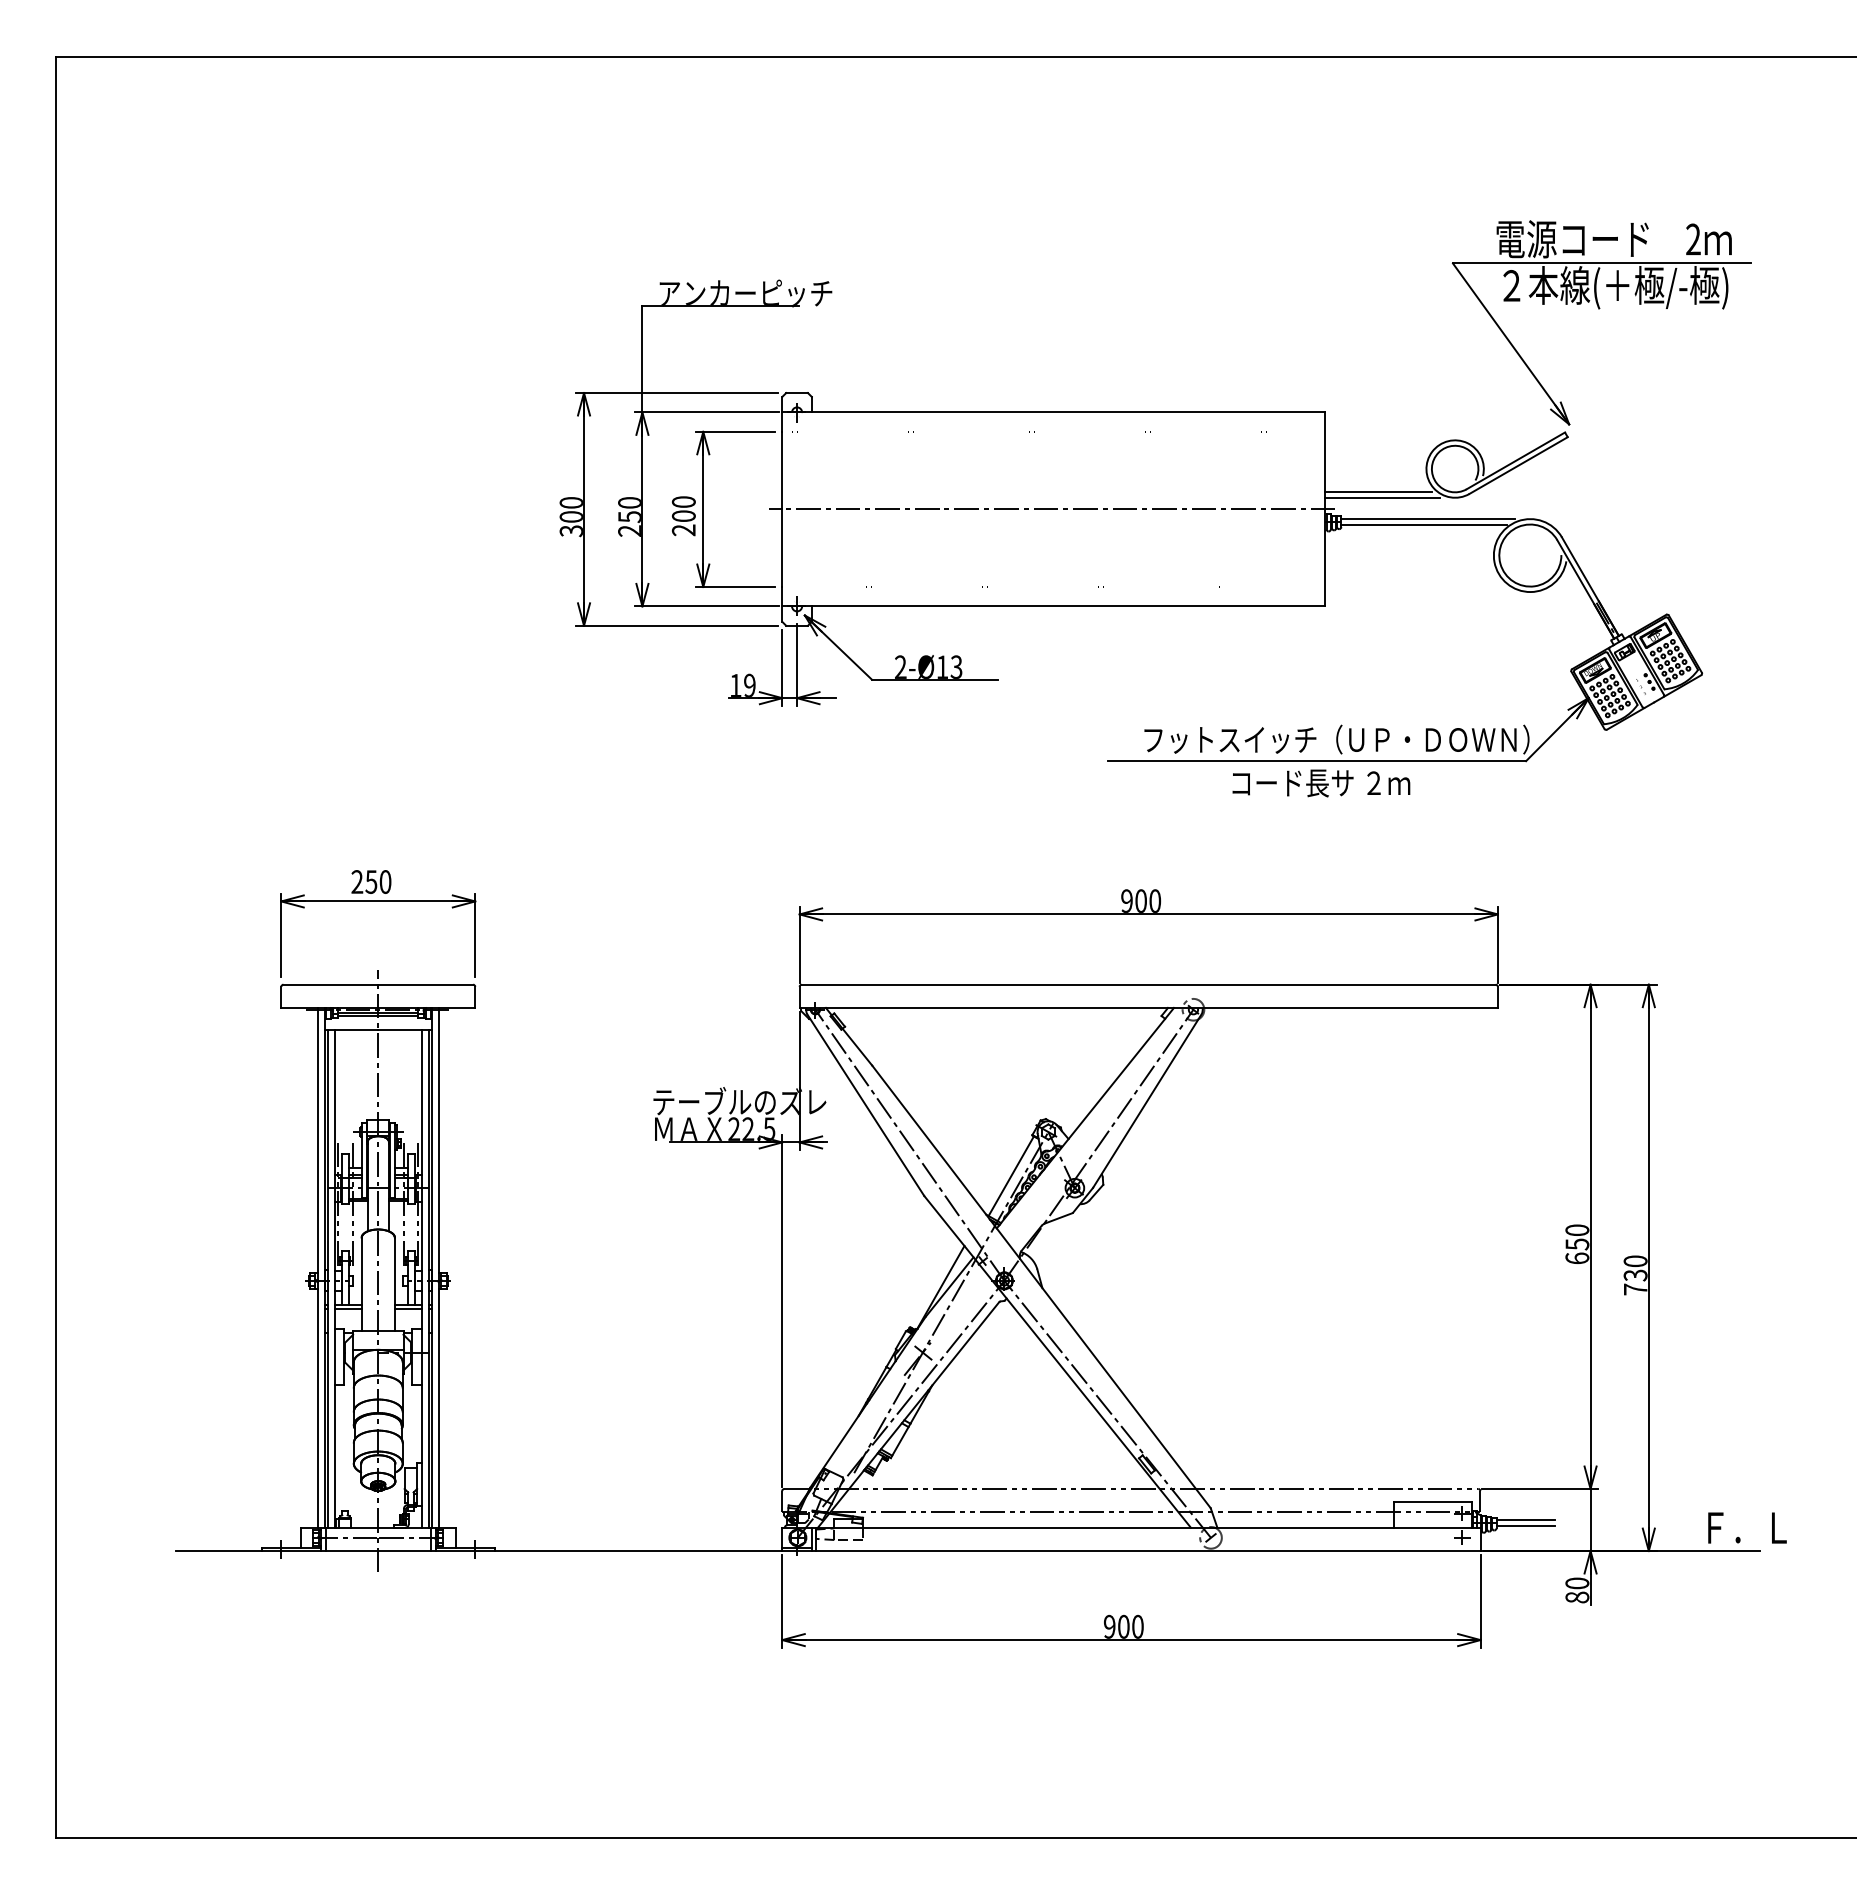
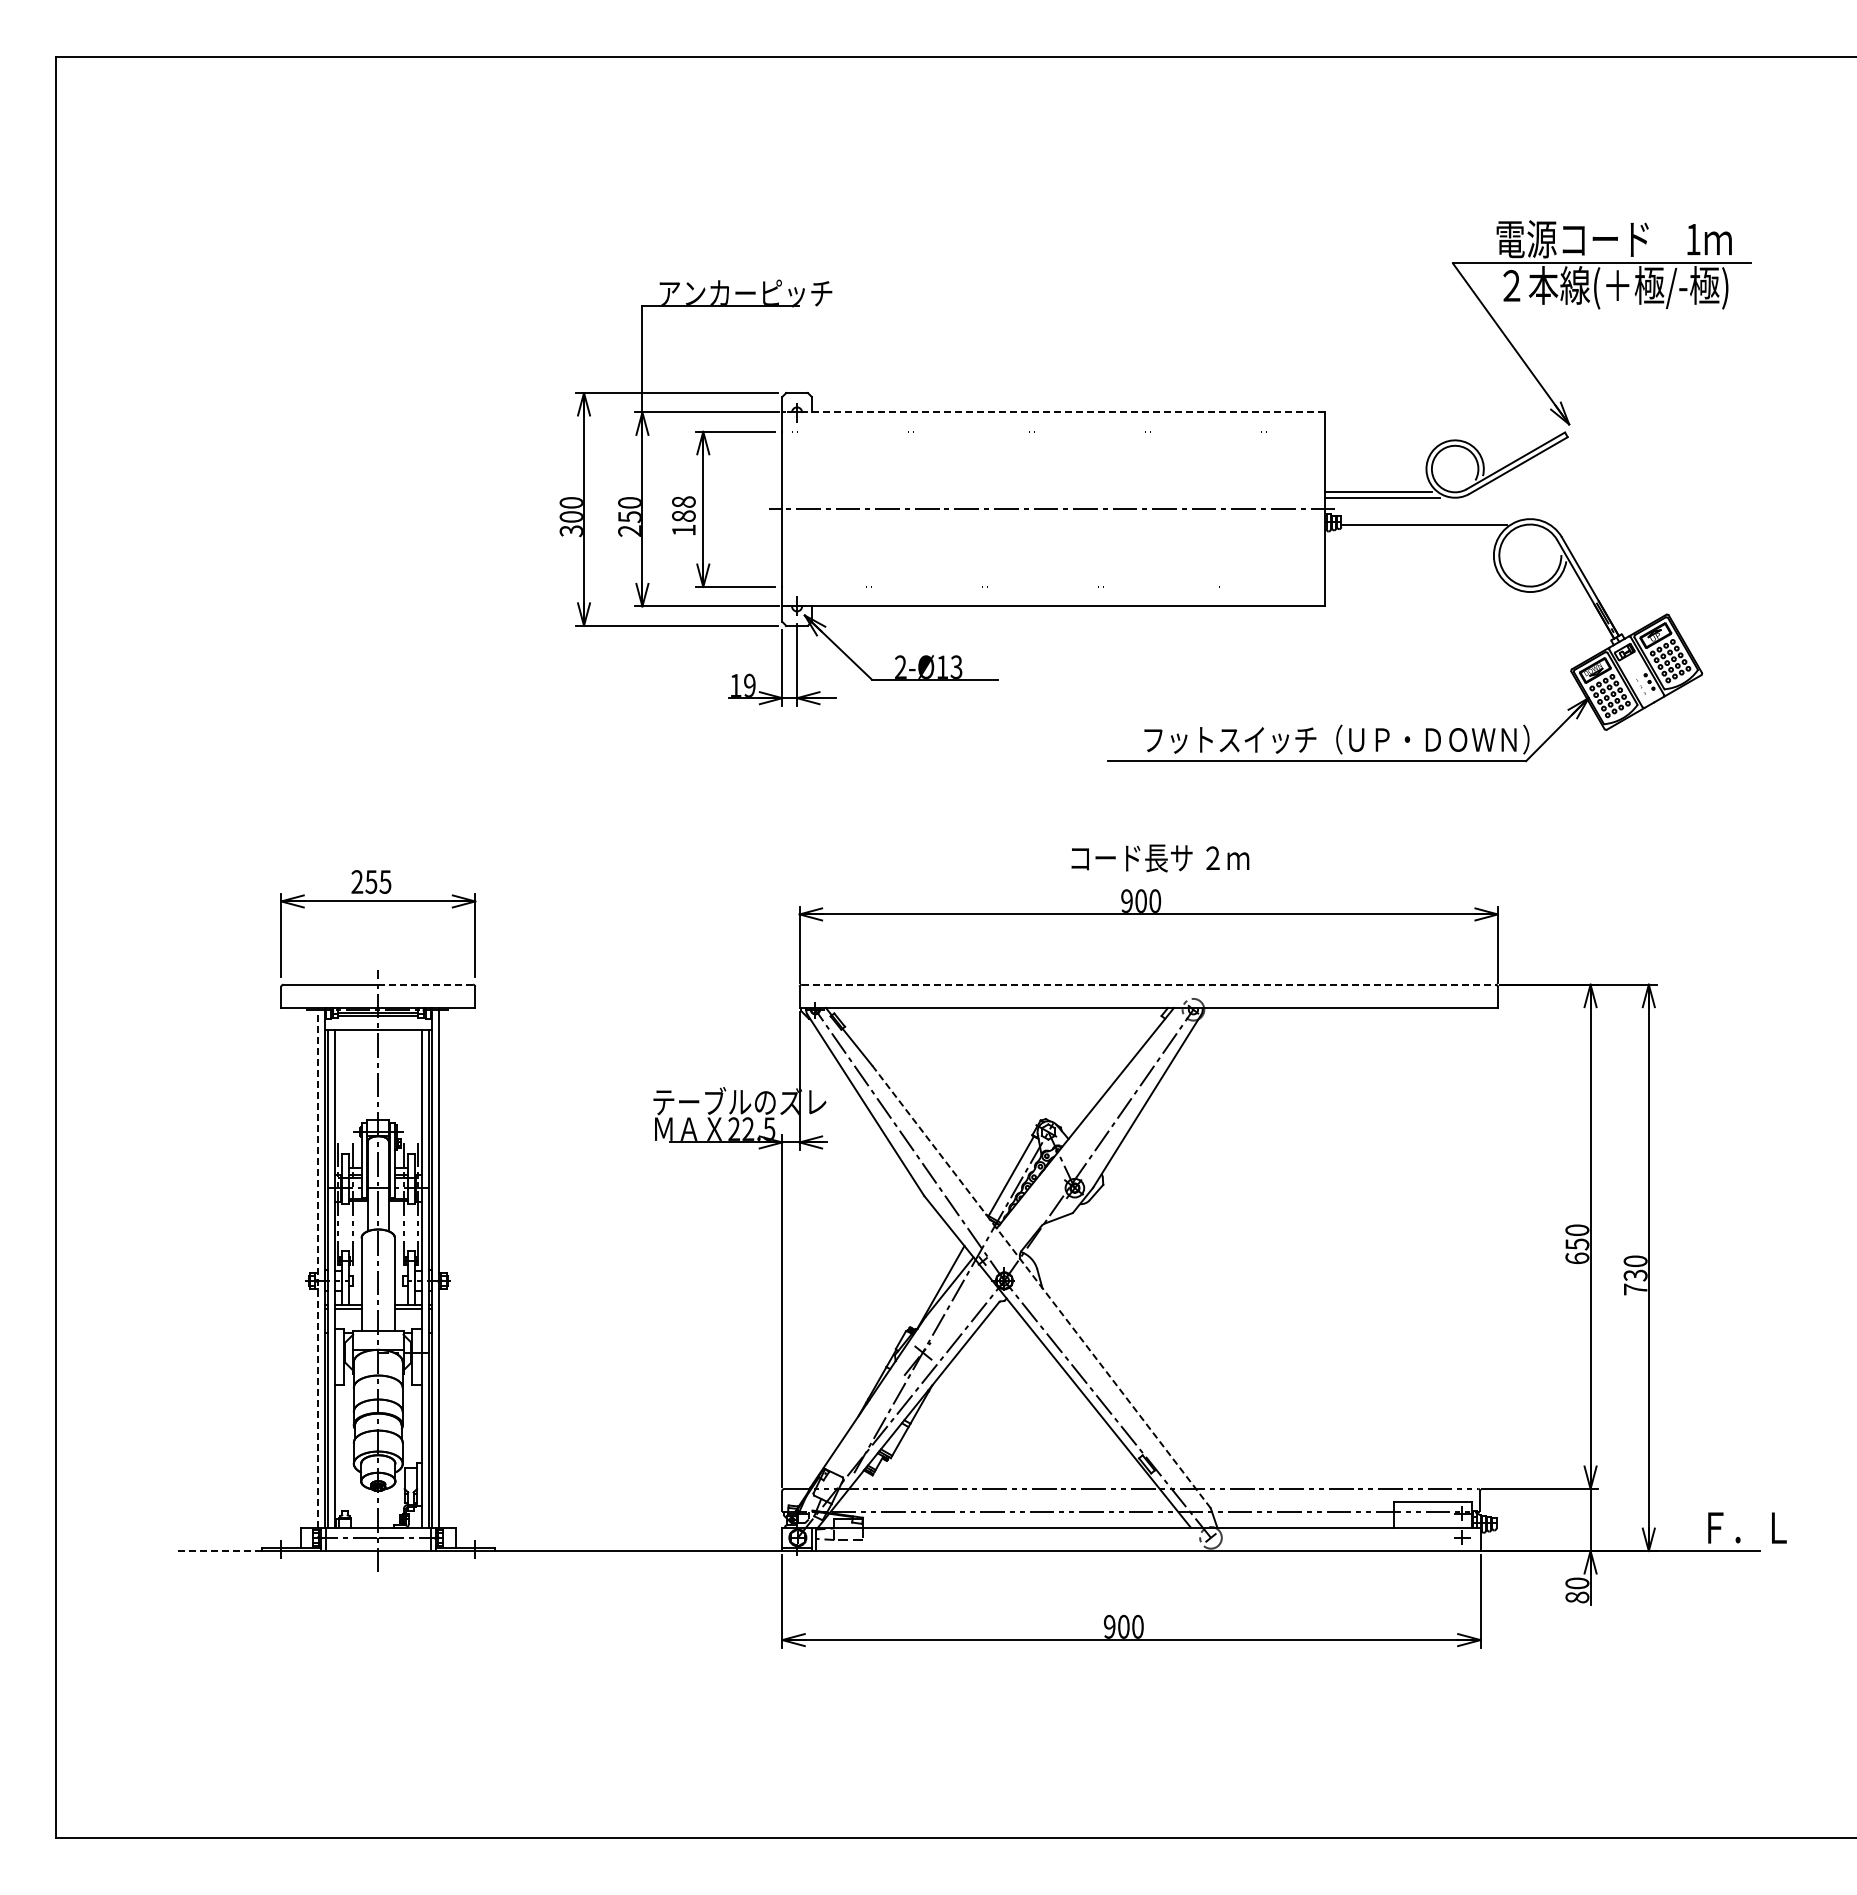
text at (1693, 238): 2 -> 1
line at (1053, 412): solid -> dashed
text at (683, 516): 200 -> 188
line at (1428, 519): present -> none
text at (1321, 783) position: (1321, 783) -> (1160, 858)
text at (385, 881): 250 -> 255
line at (426, 984): solid -> dashed
line at (1148, 984): solid -> dashed
line at (317, 1267): solid -> dashed
line at (1041, 1286): solid -> dashed
line at (1525, 1520): present -> none
line at (1525, 1525): present -> none
line at (219, 1551): solid -> dashed
